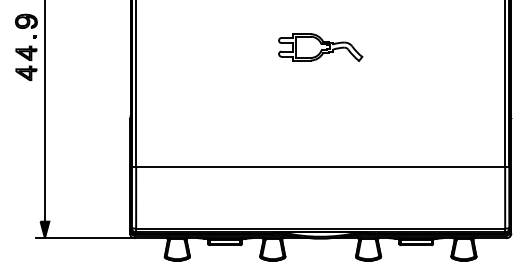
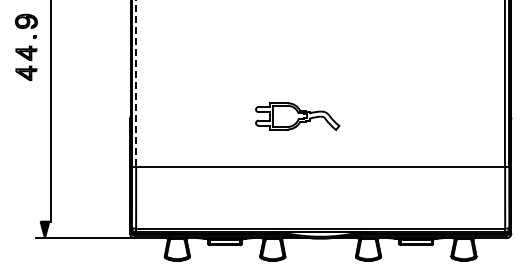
part at (320, 47) position: (320, 47) -> (297, 116)
line at (136, 83): solid -> dashed
line at (44, 111) position: (44, 111) -> (50, 111)
